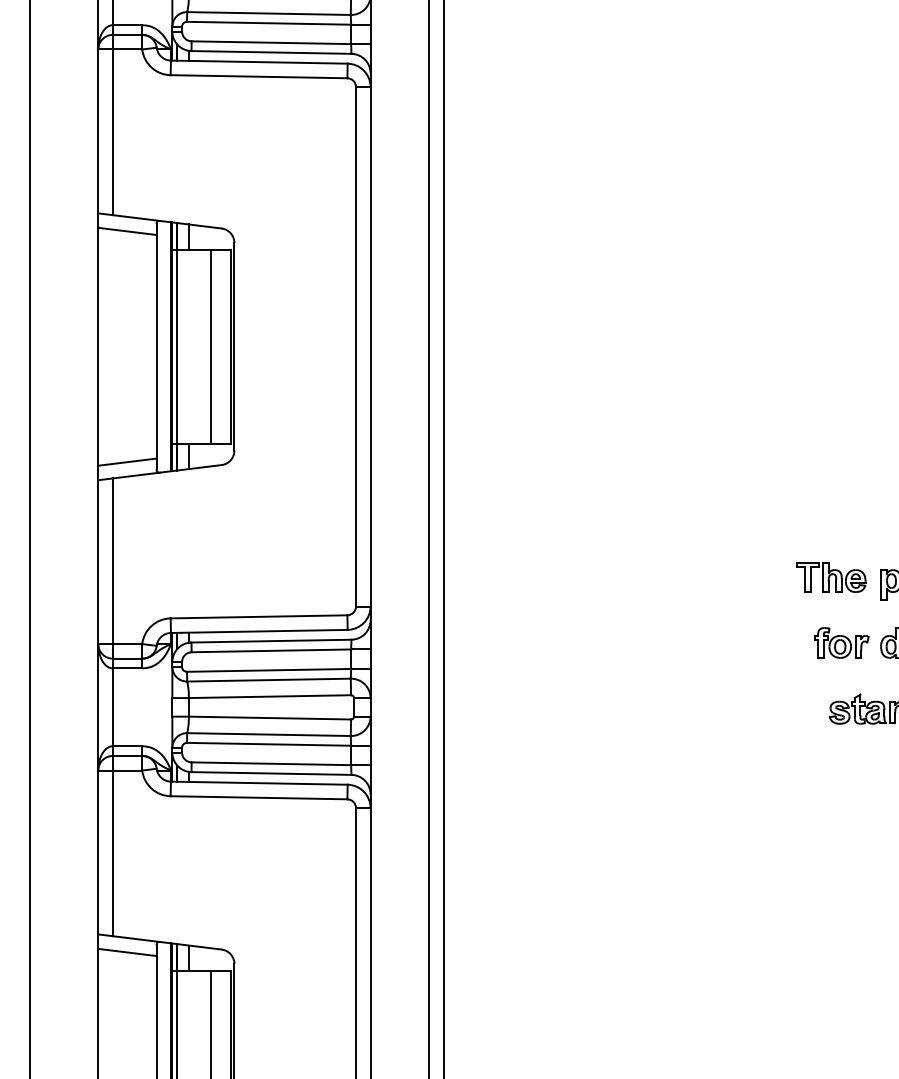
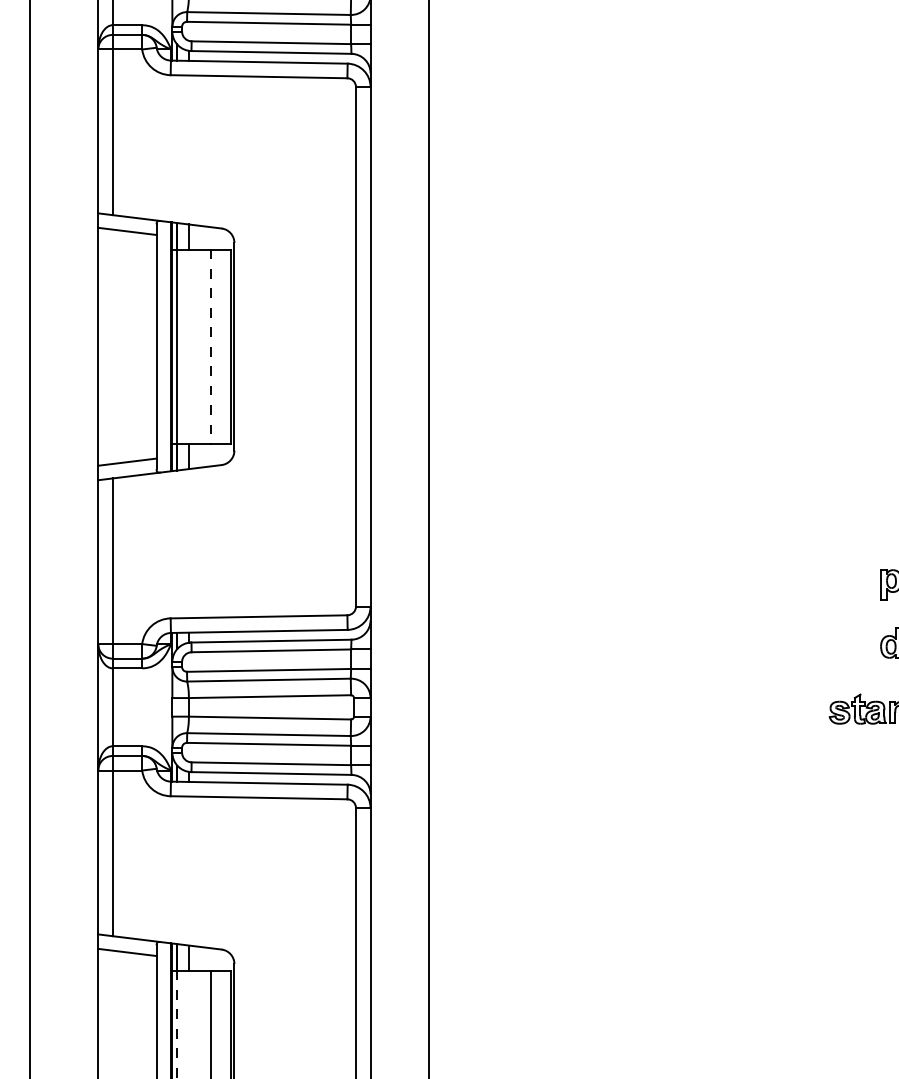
line at (211, 347): solid -> dashed
line at (443, 538): present -> none
part at (831, 577): present -> none
part at (841, 642): present -> none
line at (176, 1024): solid -> dashed
